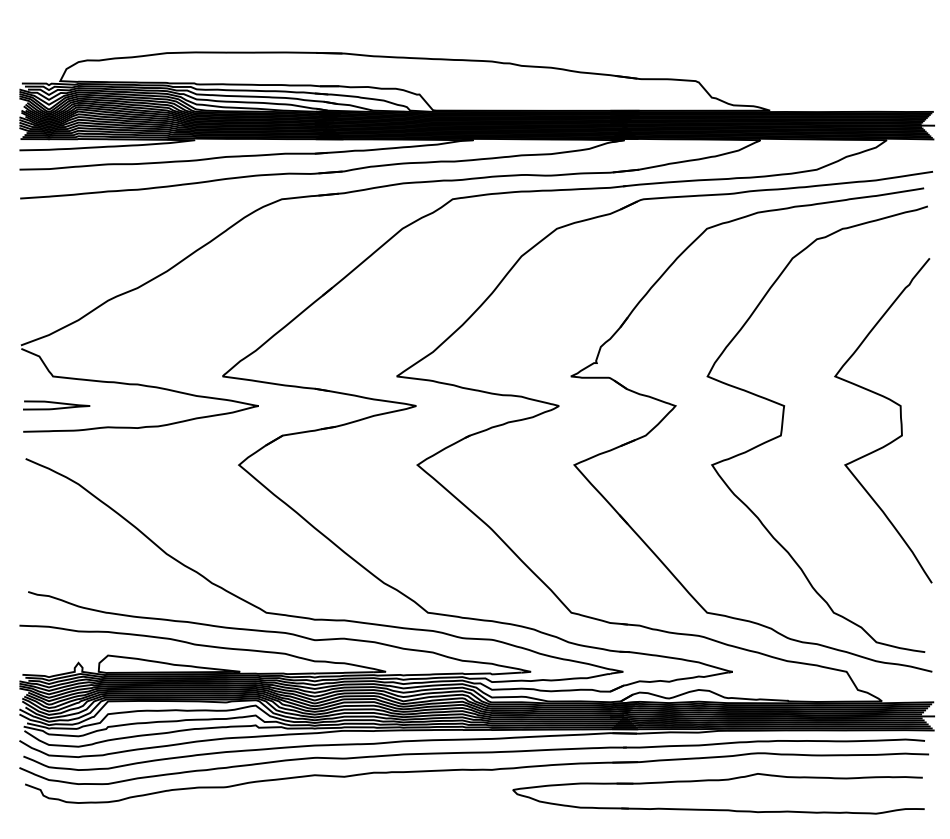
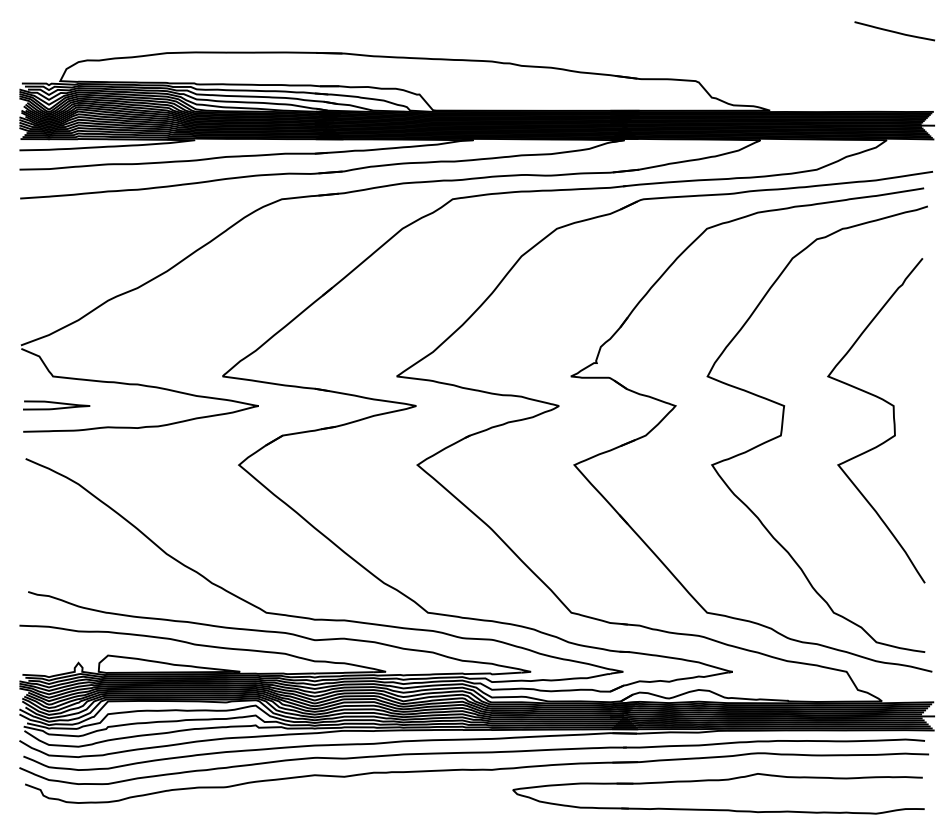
curve at (894, 31): none -> present
curve at (900, 420) position: (900, 420) -> (893, 420)
